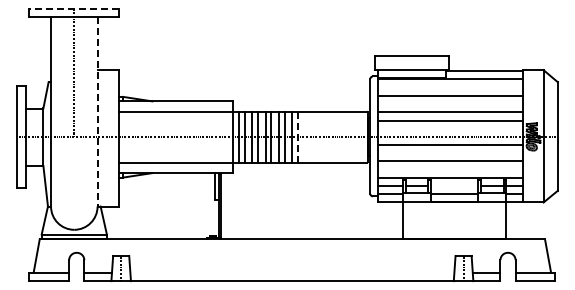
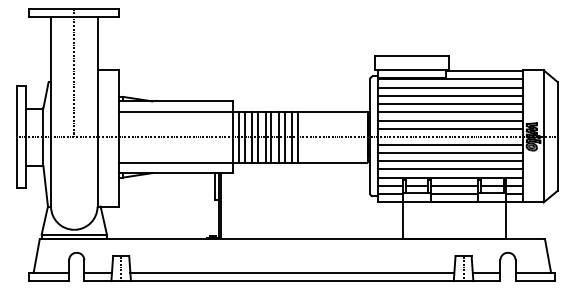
line at (74, 8): dashed -> solid
line at (449, 87): none -> present
line at (449, 104): none -> present
line at (97, 111): dashed -> solid
line at (449, 128): none -> present
line at (298, 137): dashed -> solid
line at (449, 153): none -> present
line at (449, 169): none -> present
line at (454, 185): none -> present
line at (292, 272): none -> present
